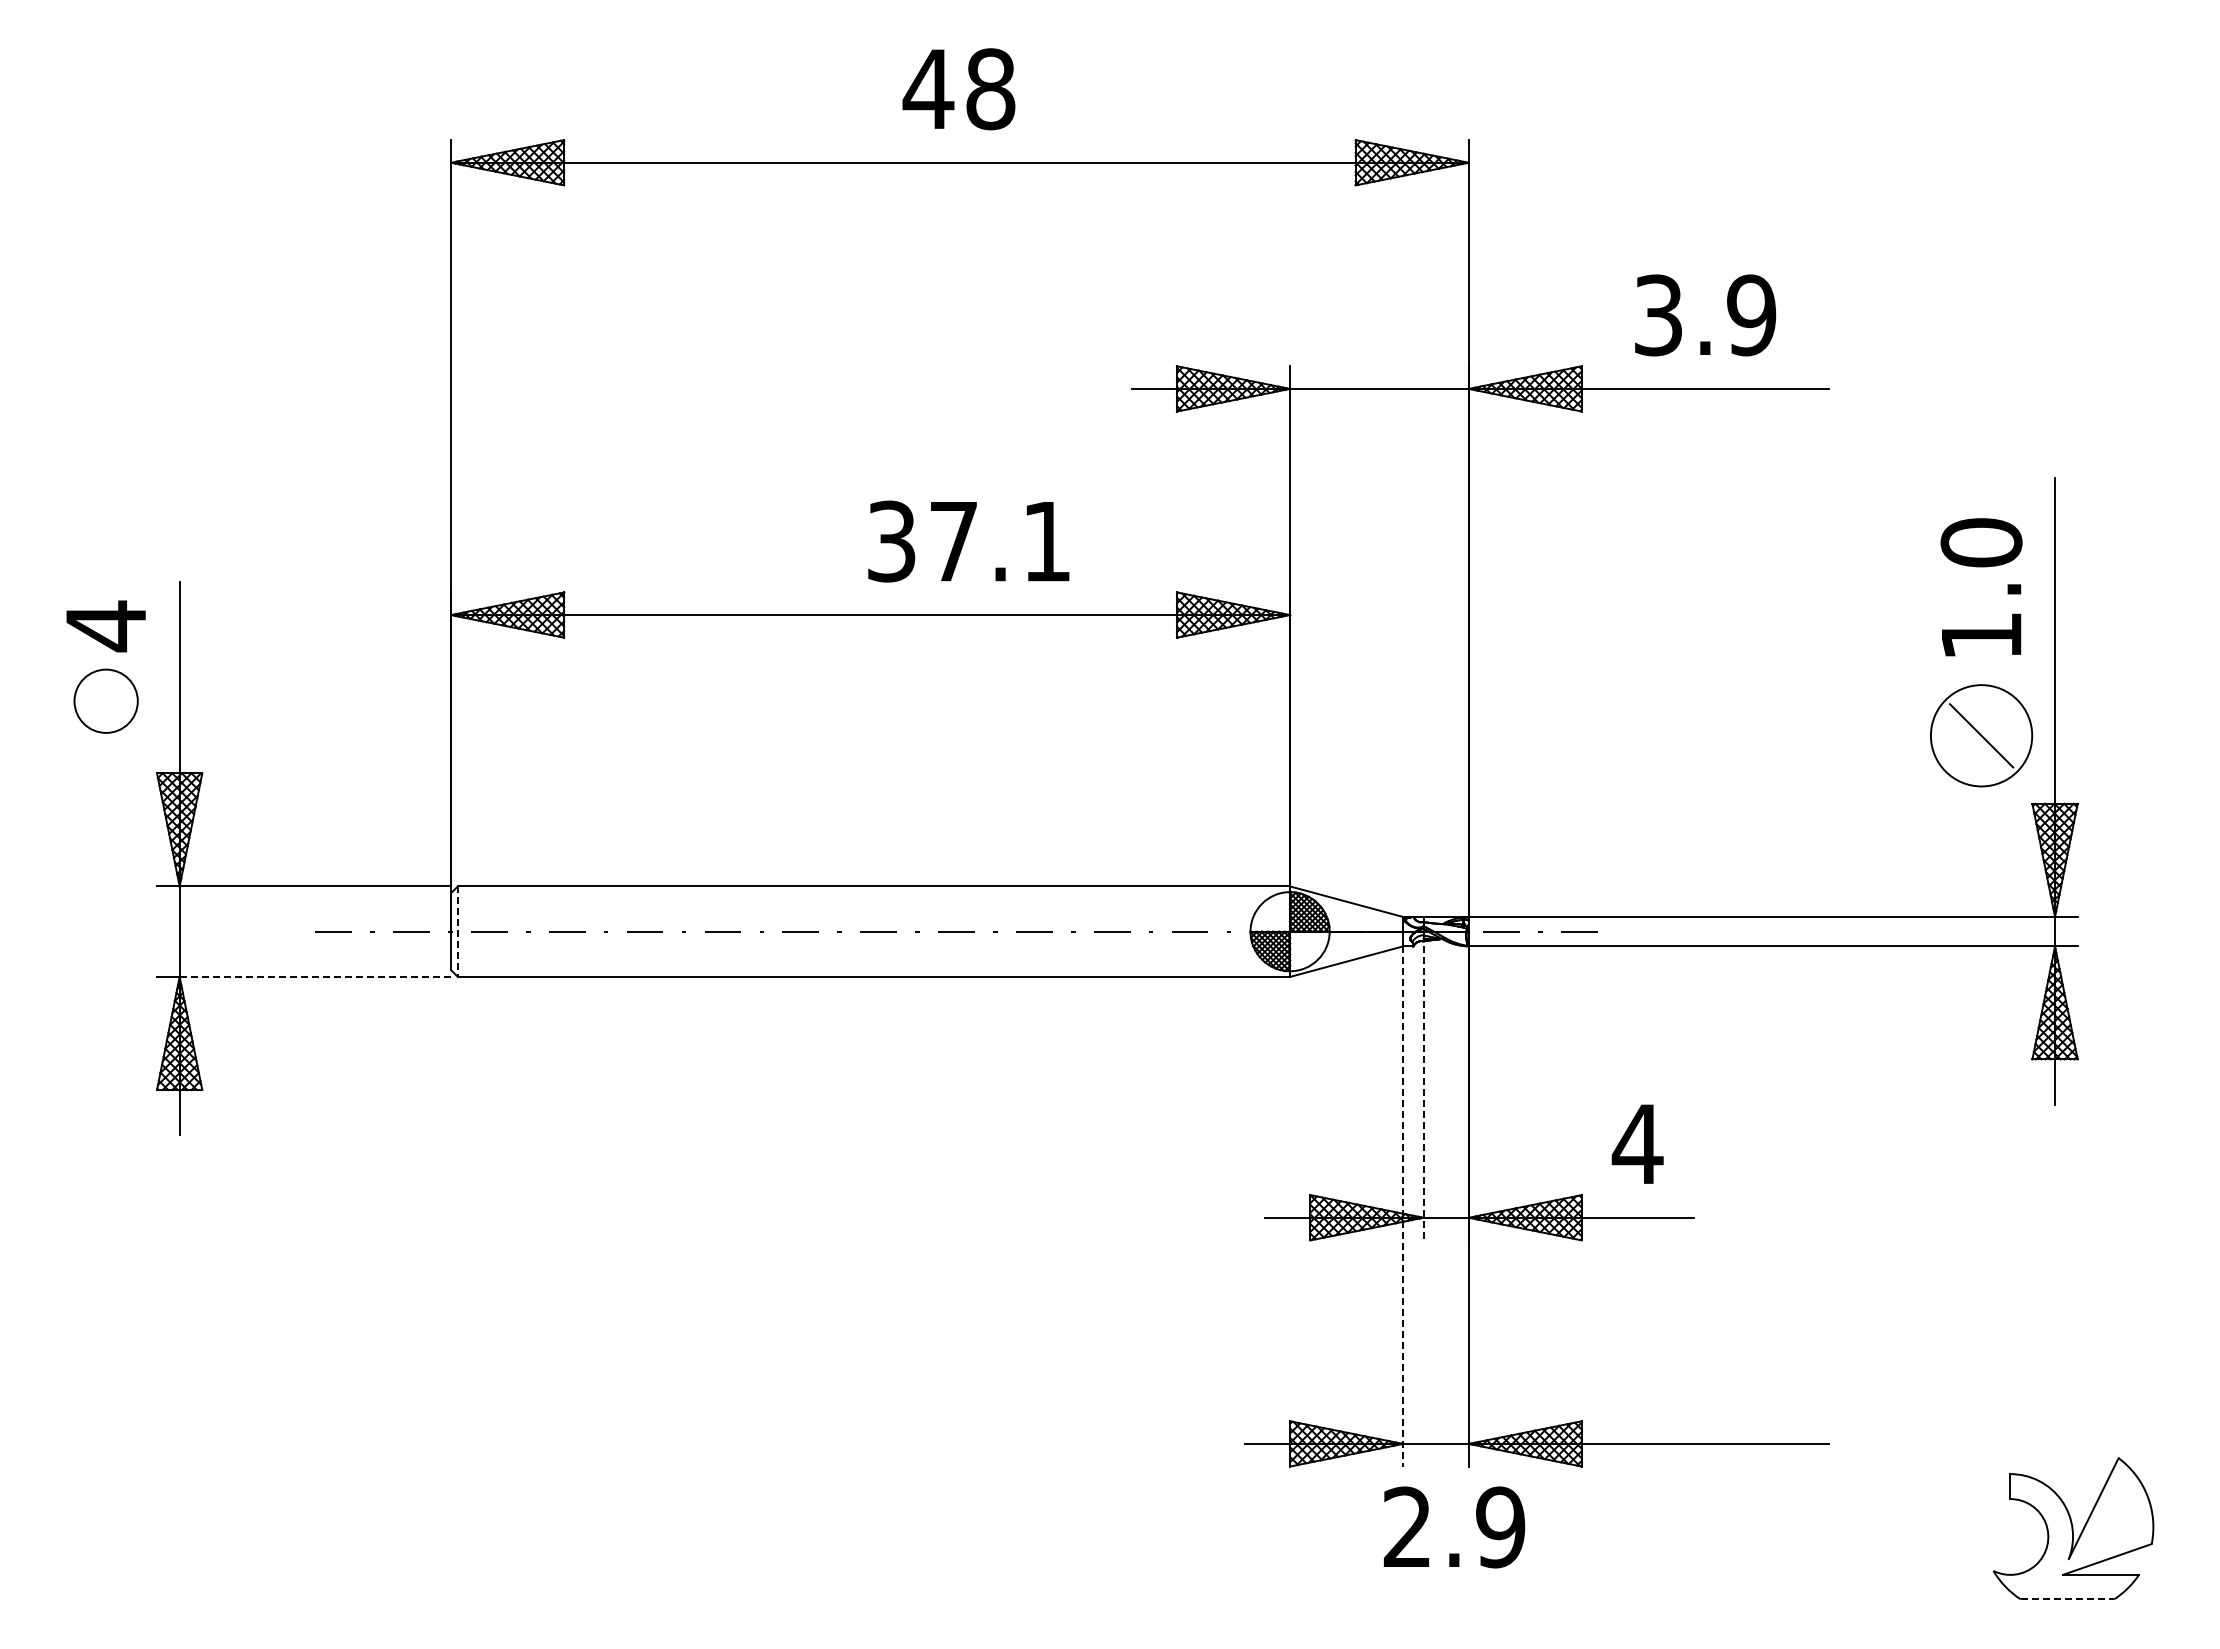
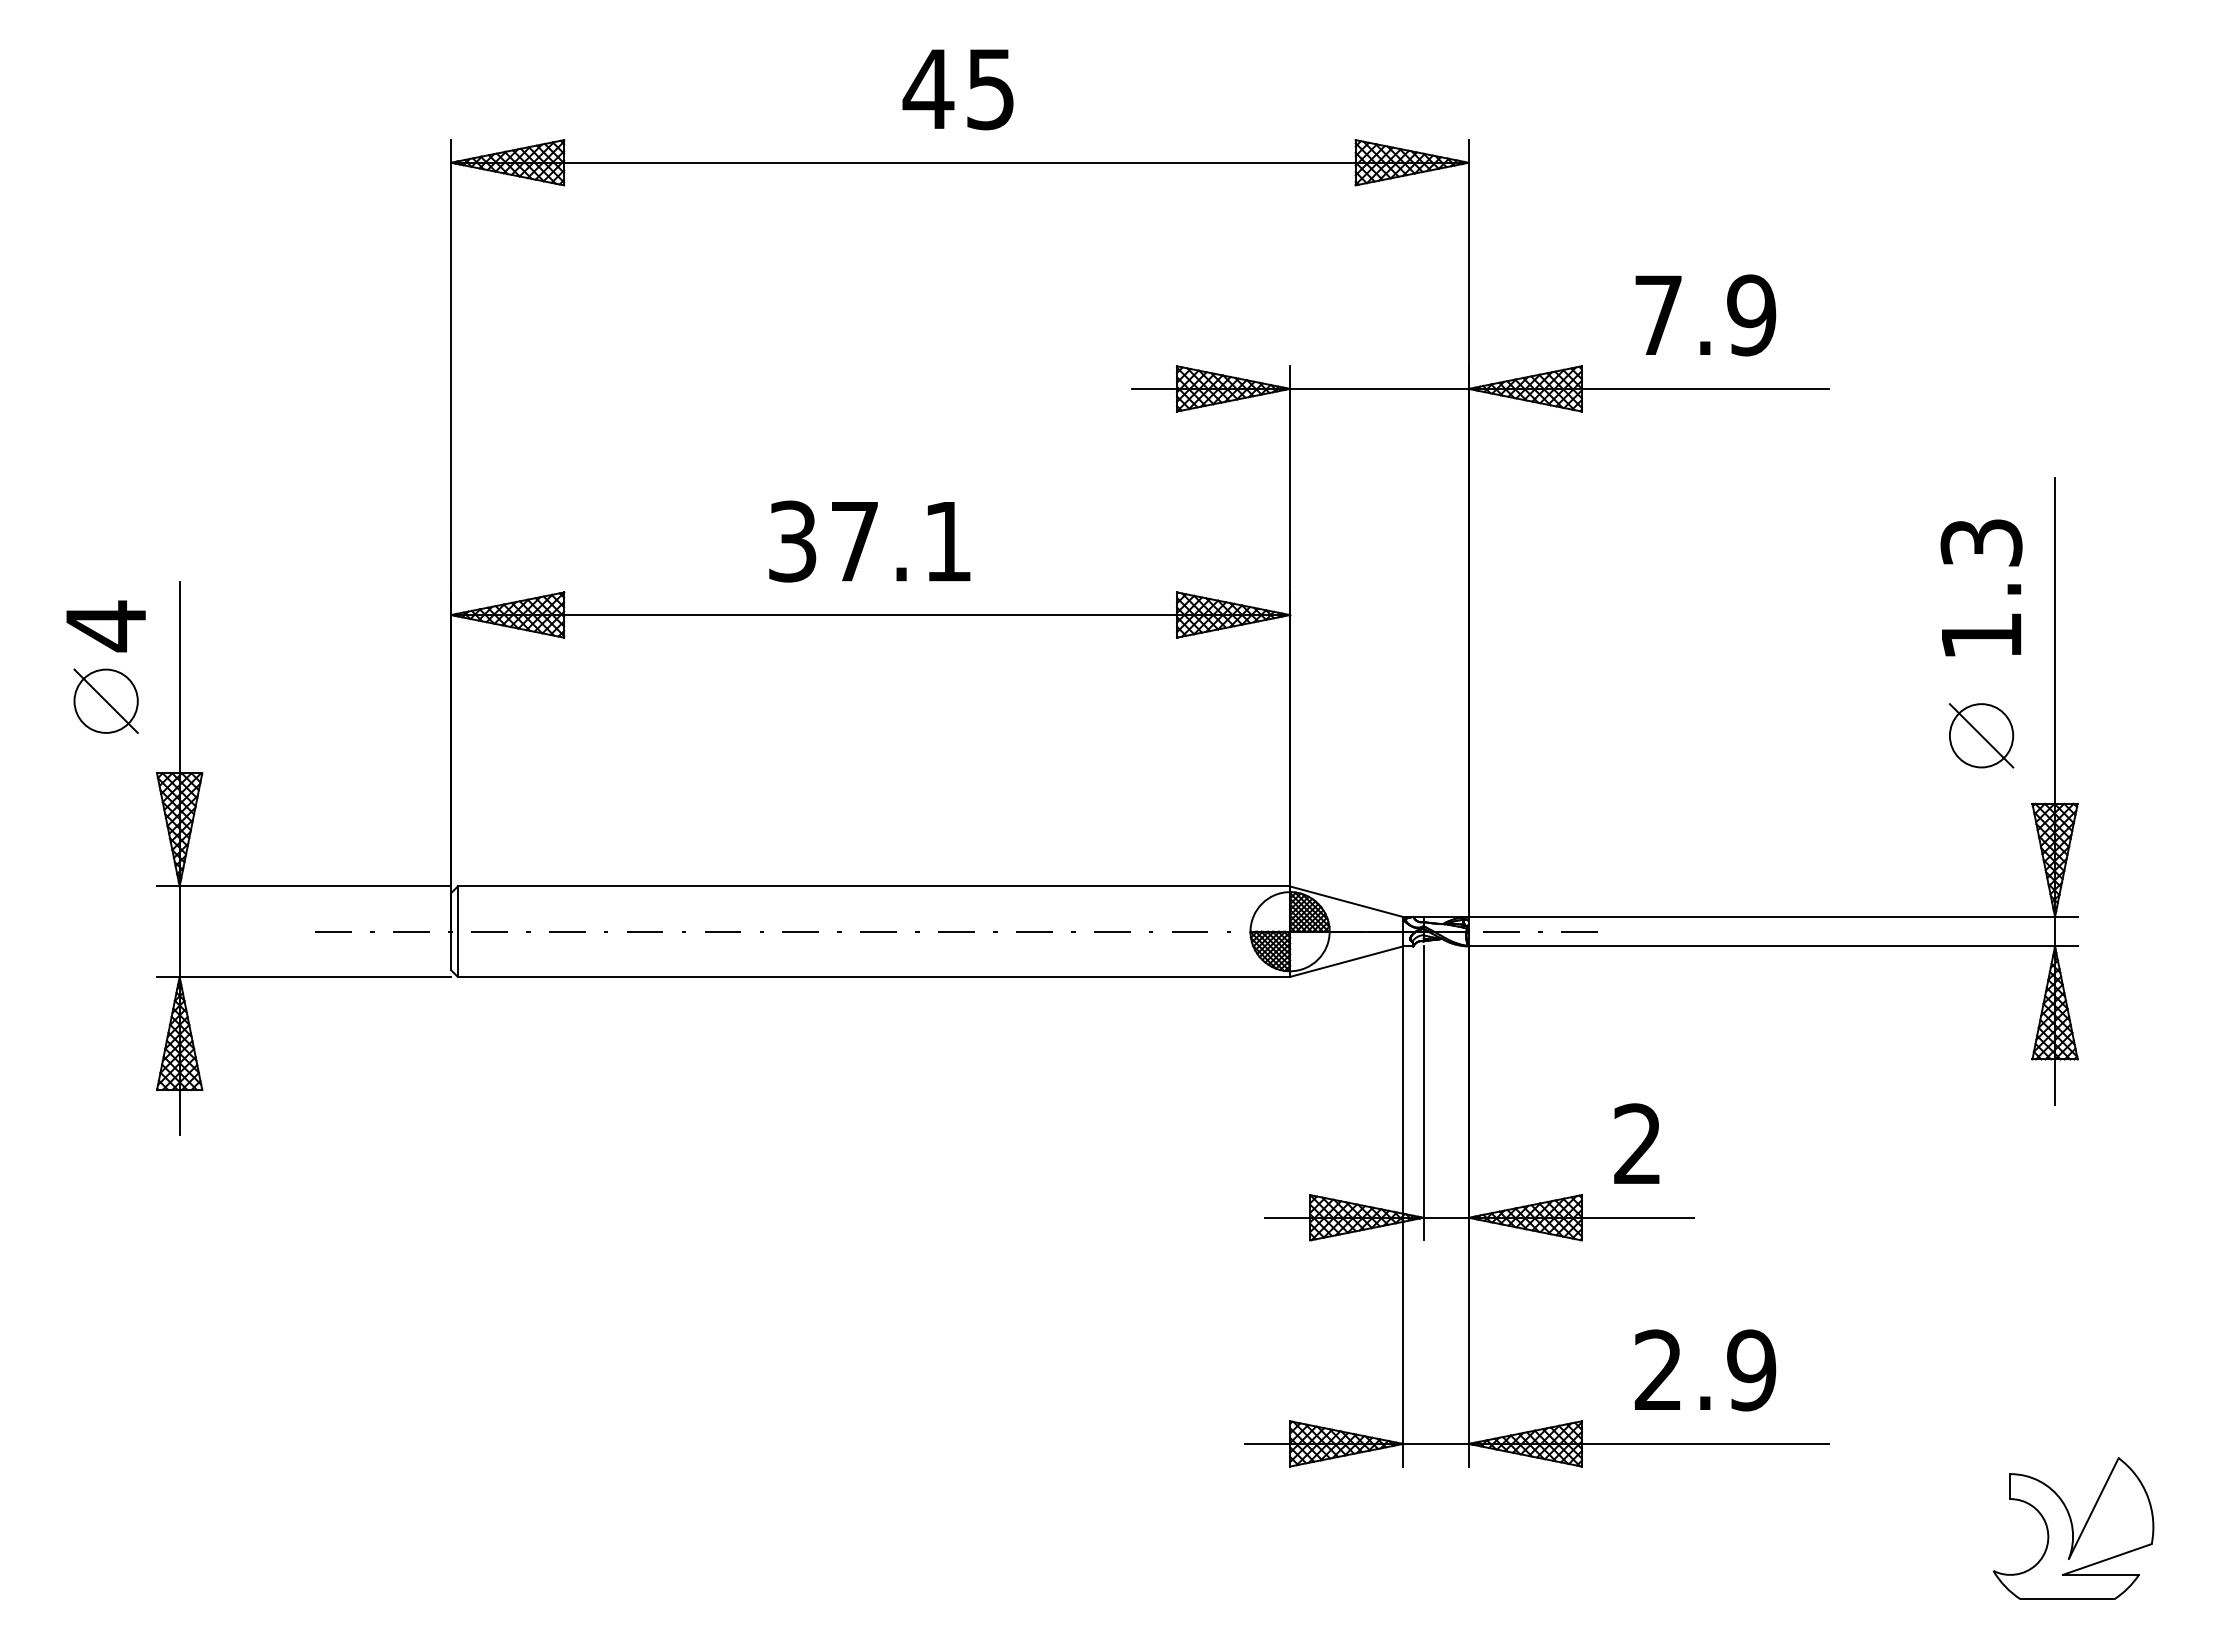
text at (990, 89): 48 -> 45
text at (1658, 315): 3.9 -> 7.9
text at (968, 541) position: (968, 541) -> (869, 541)
text at (1981, 542): 1.0 -> 1.3
line at (105, 700): none -> present
circle at (1981, 735) diameter: 101 px -> 63 px
line at (457, 932): dashed -> solid
line at (315, 976): dashed -> solid
line at (1423, 1093): dashed -> solid
text at (1637, 1143): 4 -> 2
line at (1403, 1206): dashed -> solid
text at (1454, 1527) position: (1454, 1527) -> (1705, 1370)
line at (2067, 1599): dashed -> solid
